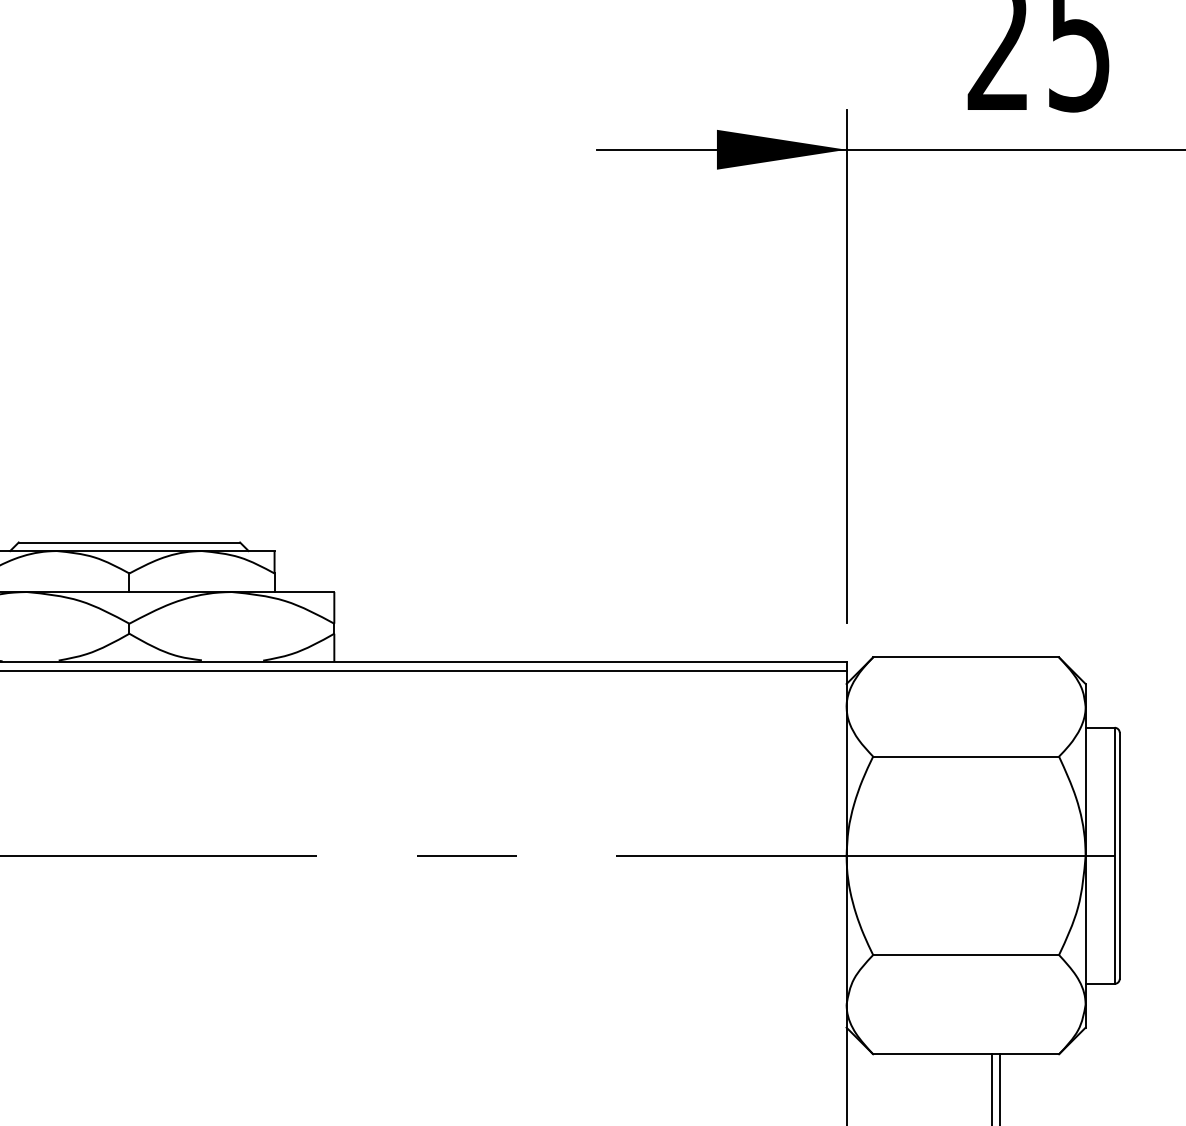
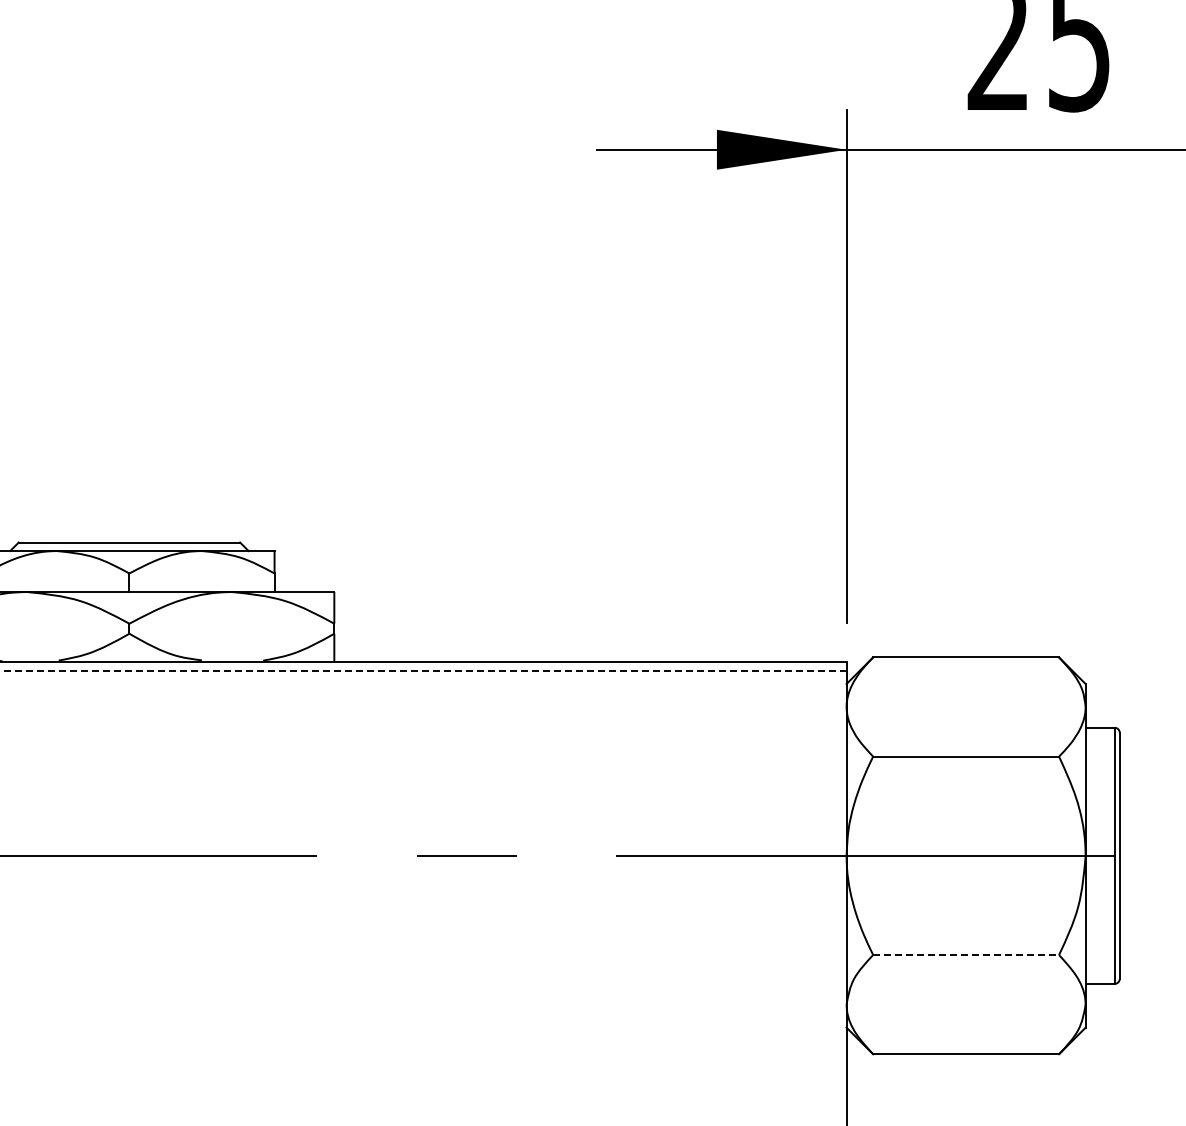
line at (422, 670): solid -> dashed
line at (966, 955): solid -> dashed
line at (991, 1088): present -> none
line at (1000, 1088): present -> none
